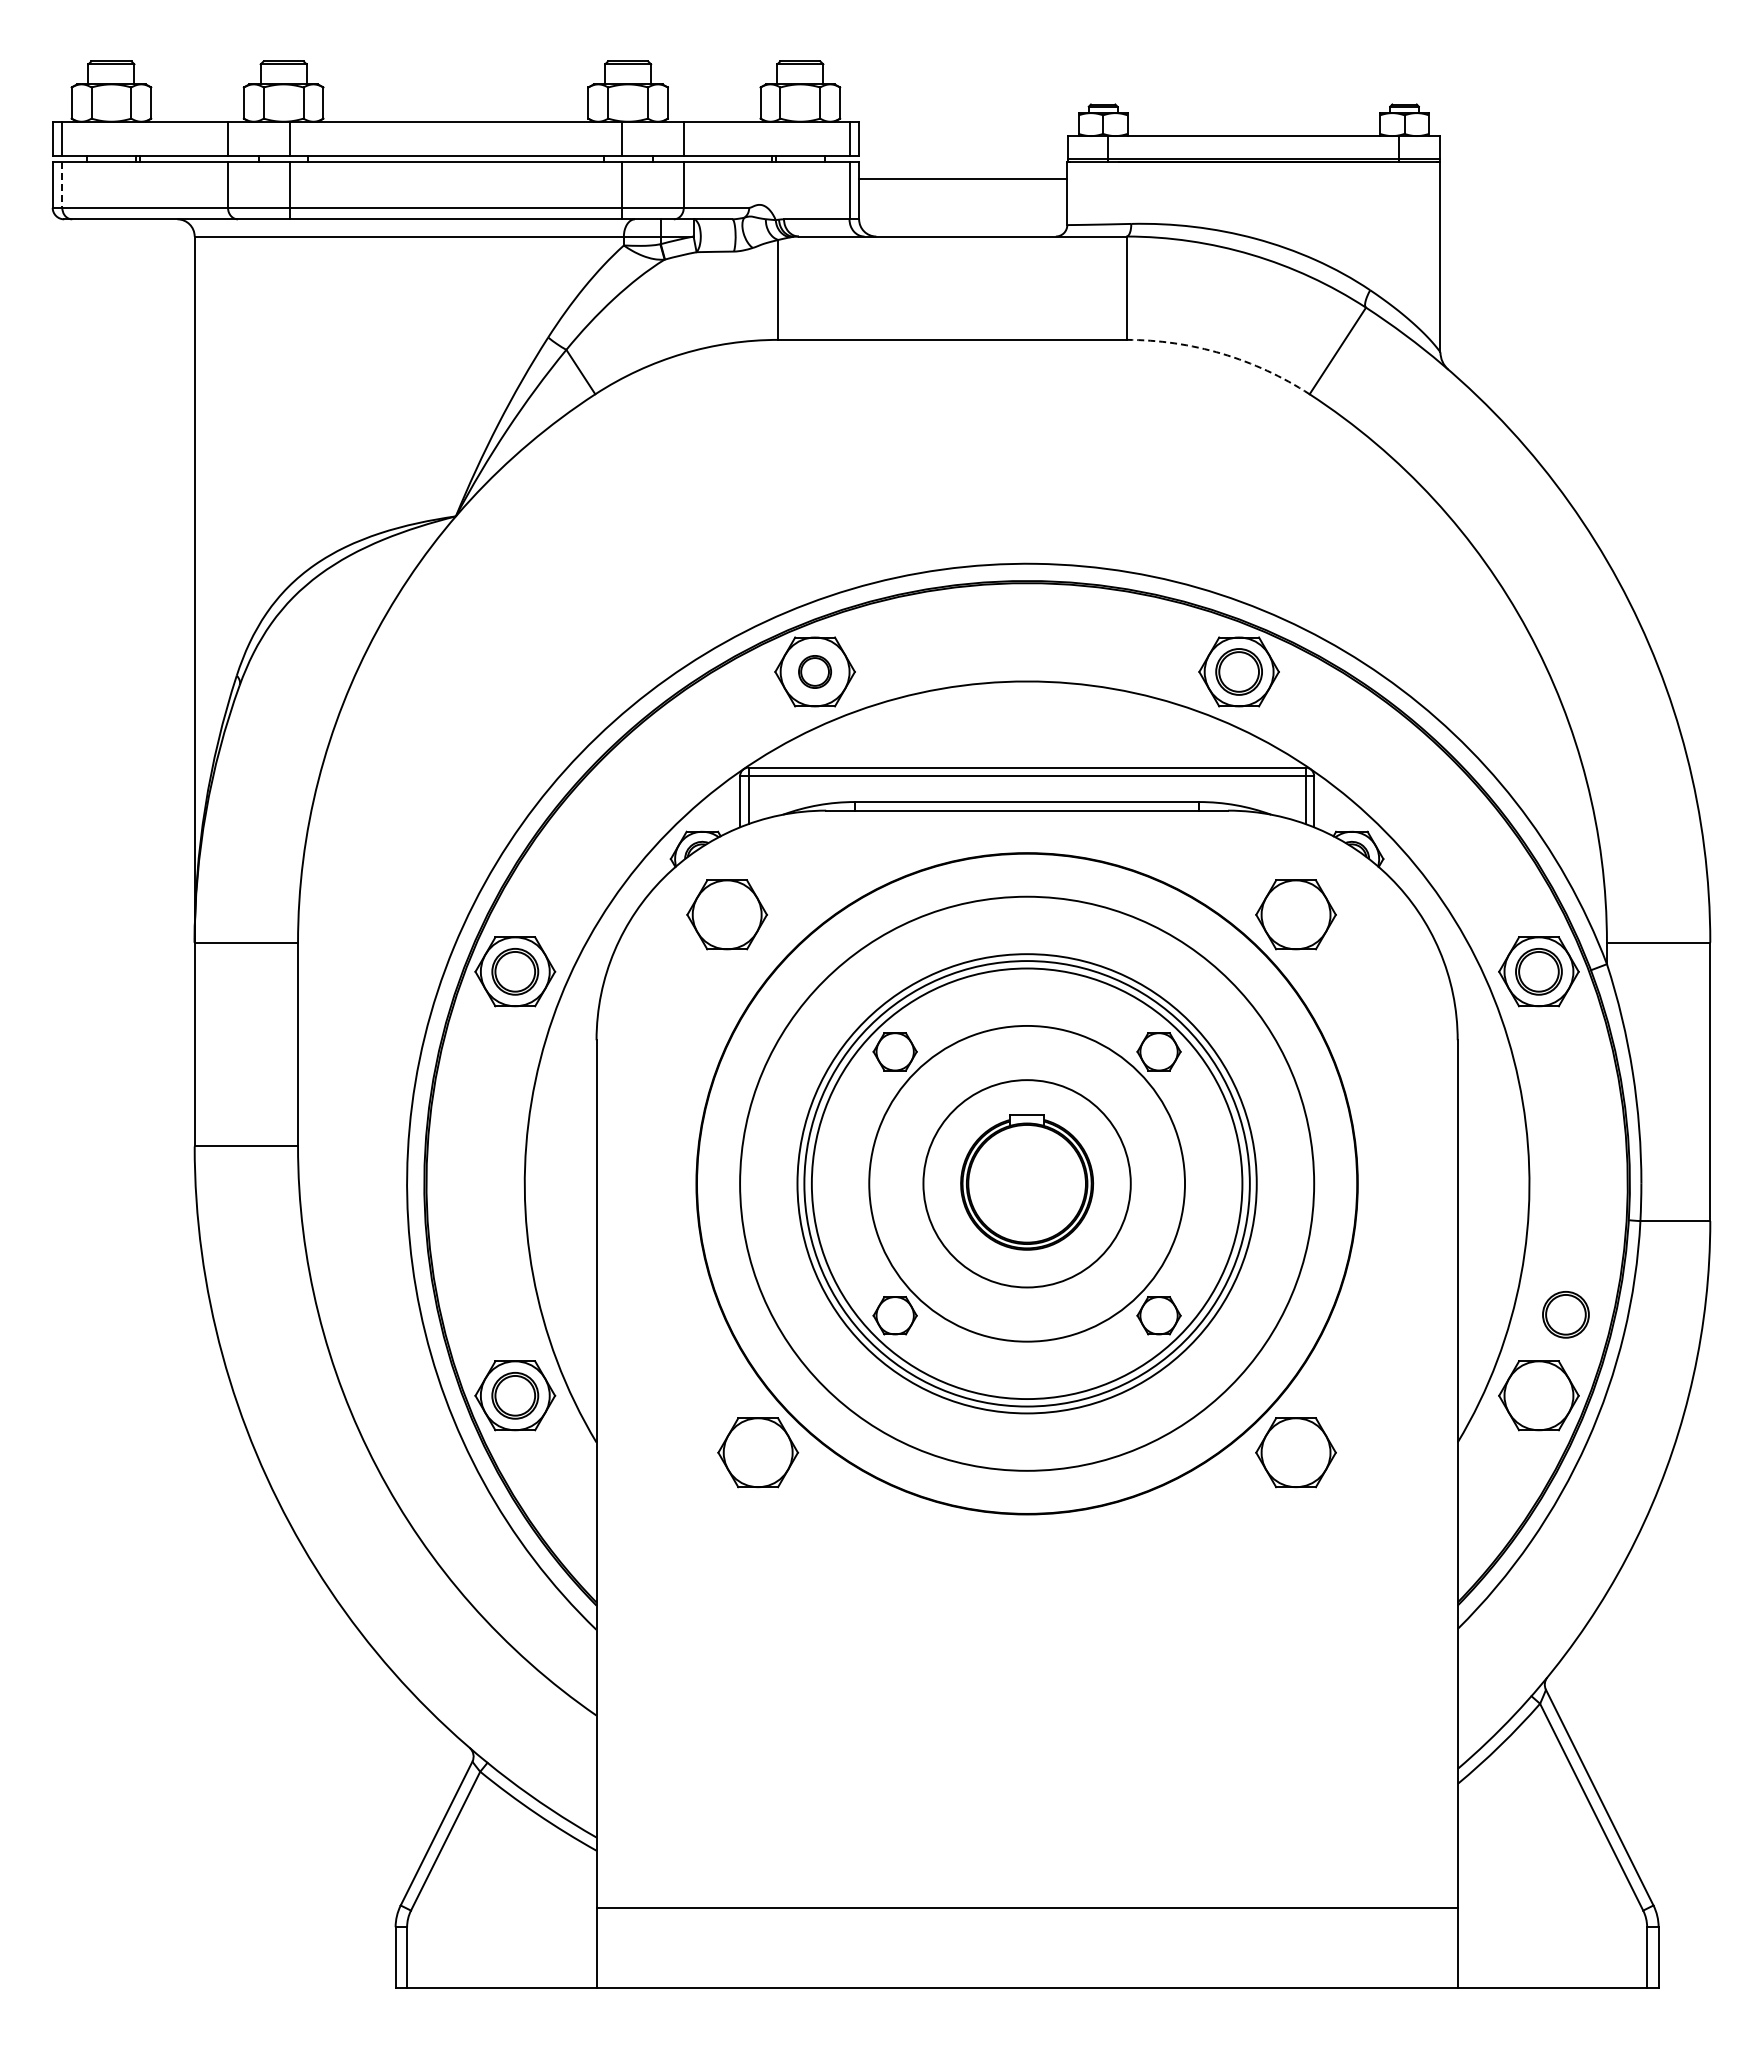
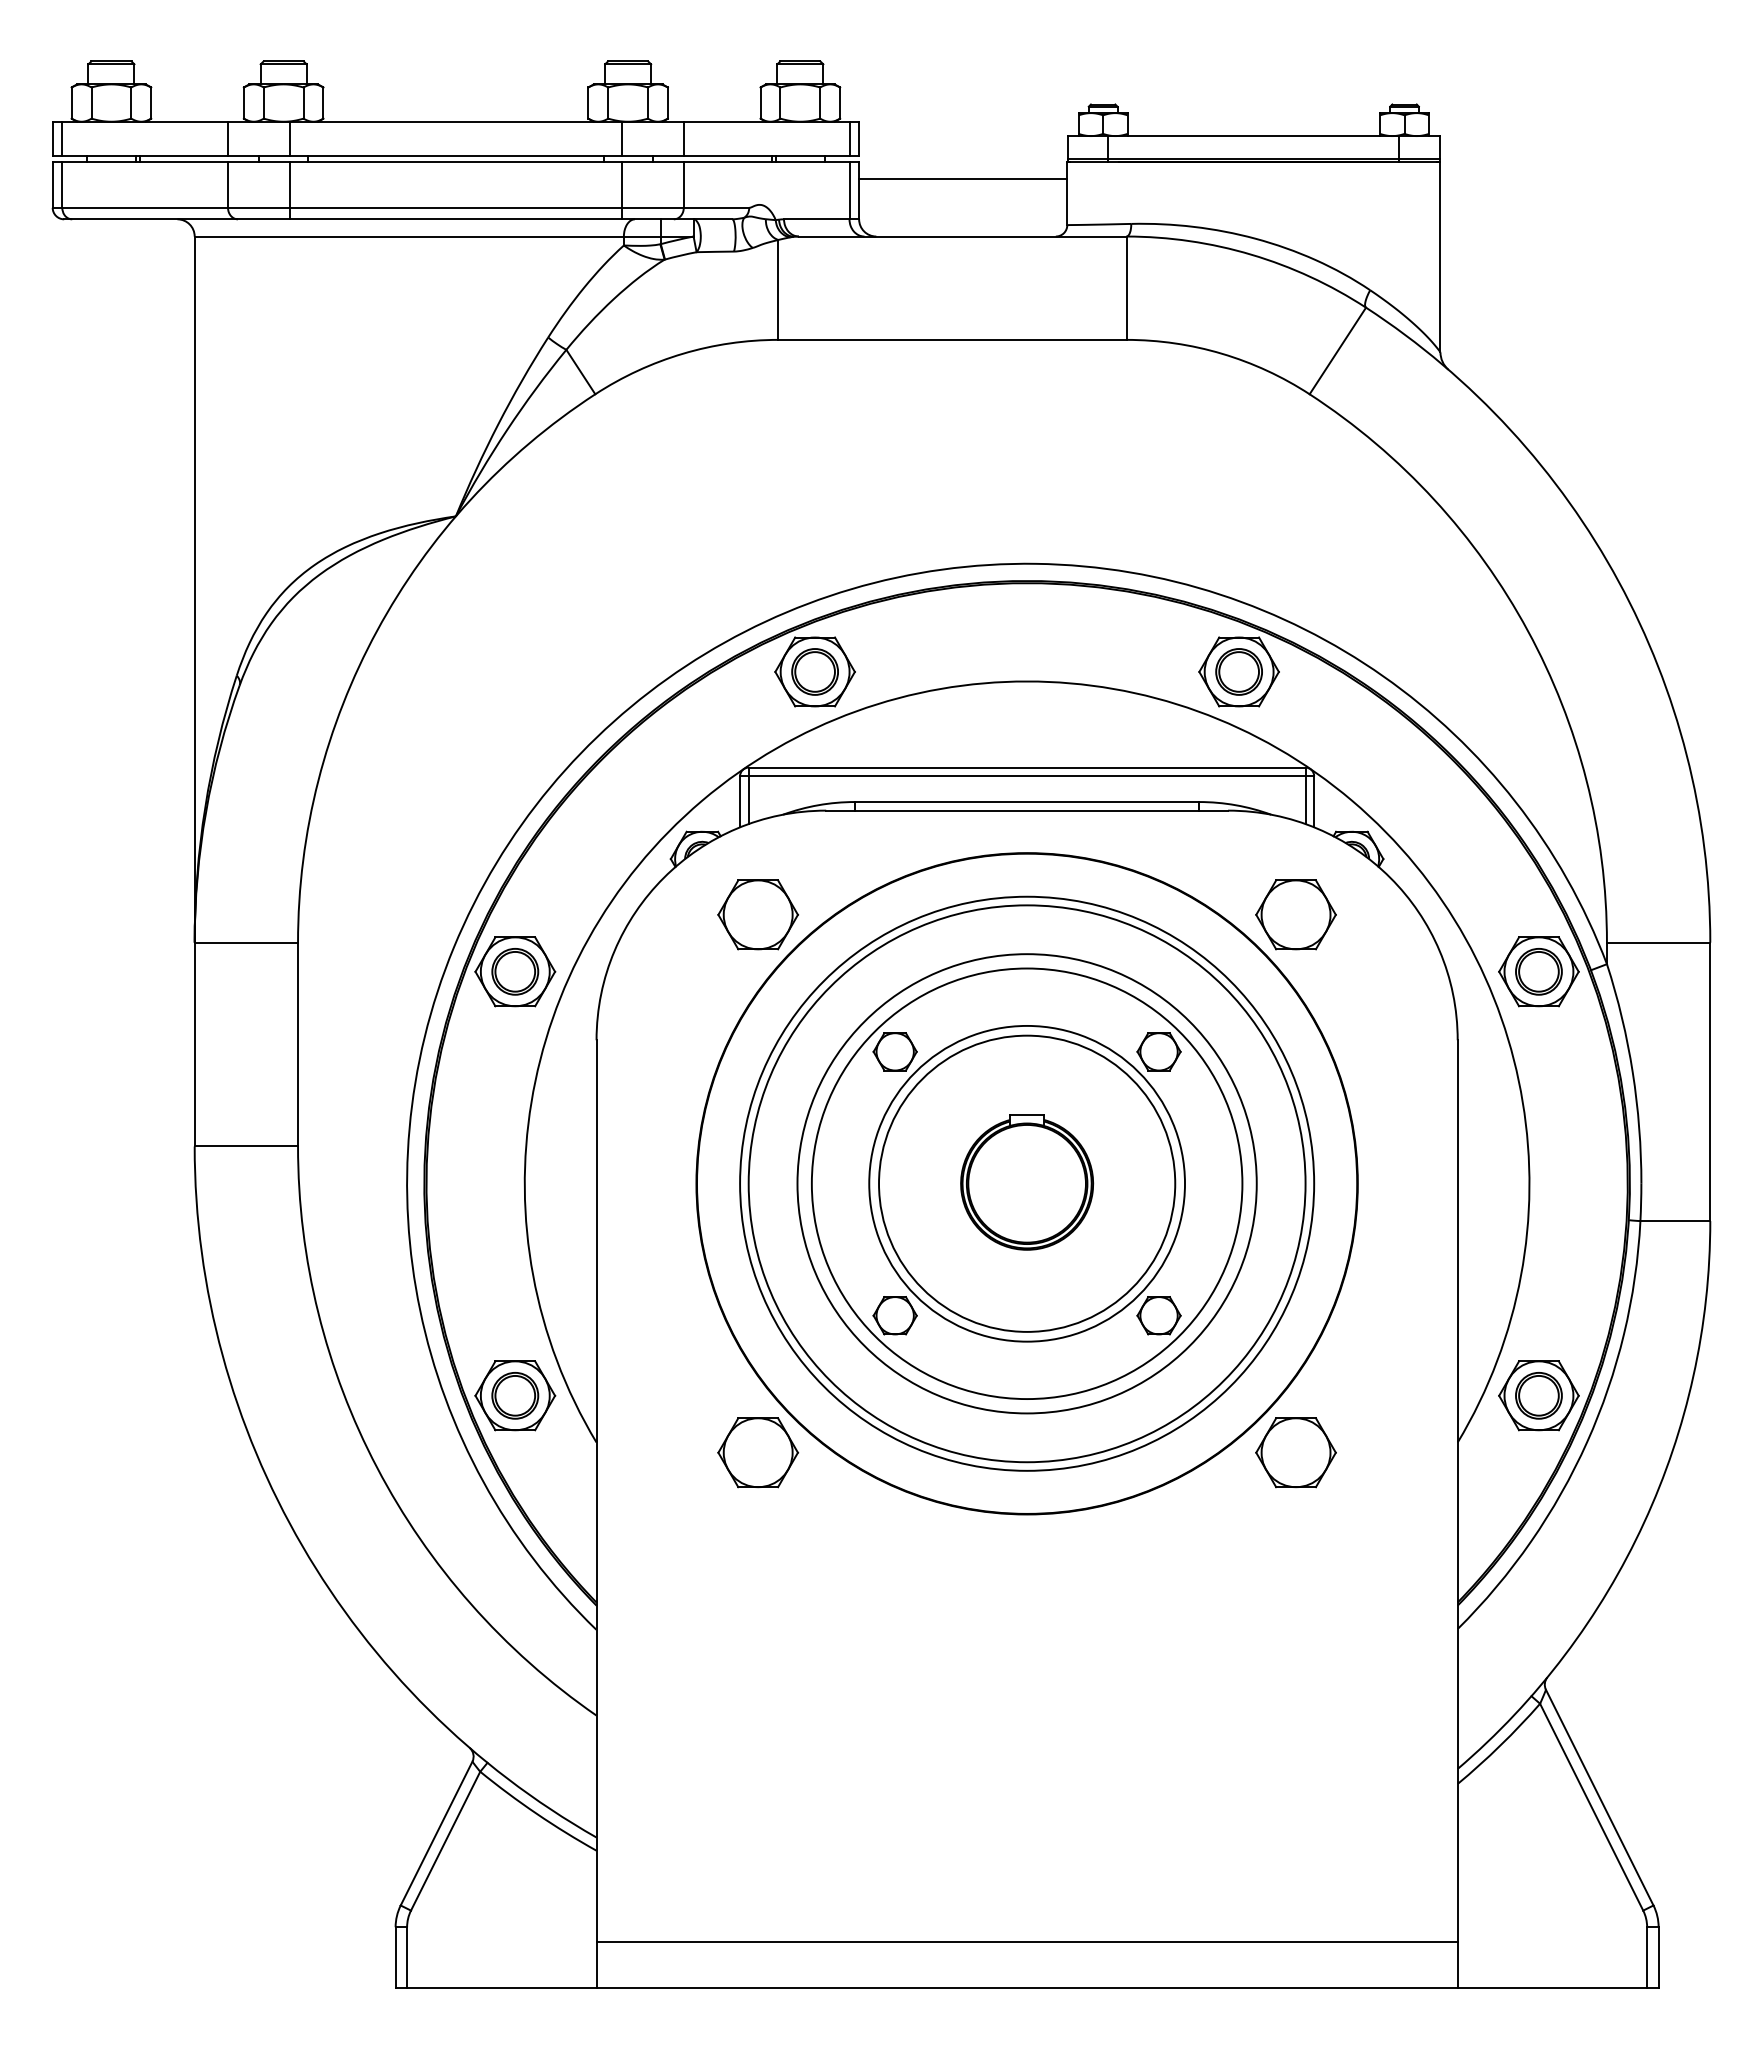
line at (62, 184): dashed -> solid
arc at (1222, 353): dashed -> solid
part at (814, 671) size: 34x34 px -> 48x48 px
part at (726, 914) position: (726, 914) -> (757, 914)
circle at (1026, 1183) diameter: 207 px -> 296 px
circle at (1026, 1183) diameter: 445 px -> 557 px
part at (1565, 1314) position: (1565, 1314) -> (1538, 1395)
line at (1026, 1907) position: (1026, 1907) -> (1026, 1941)
